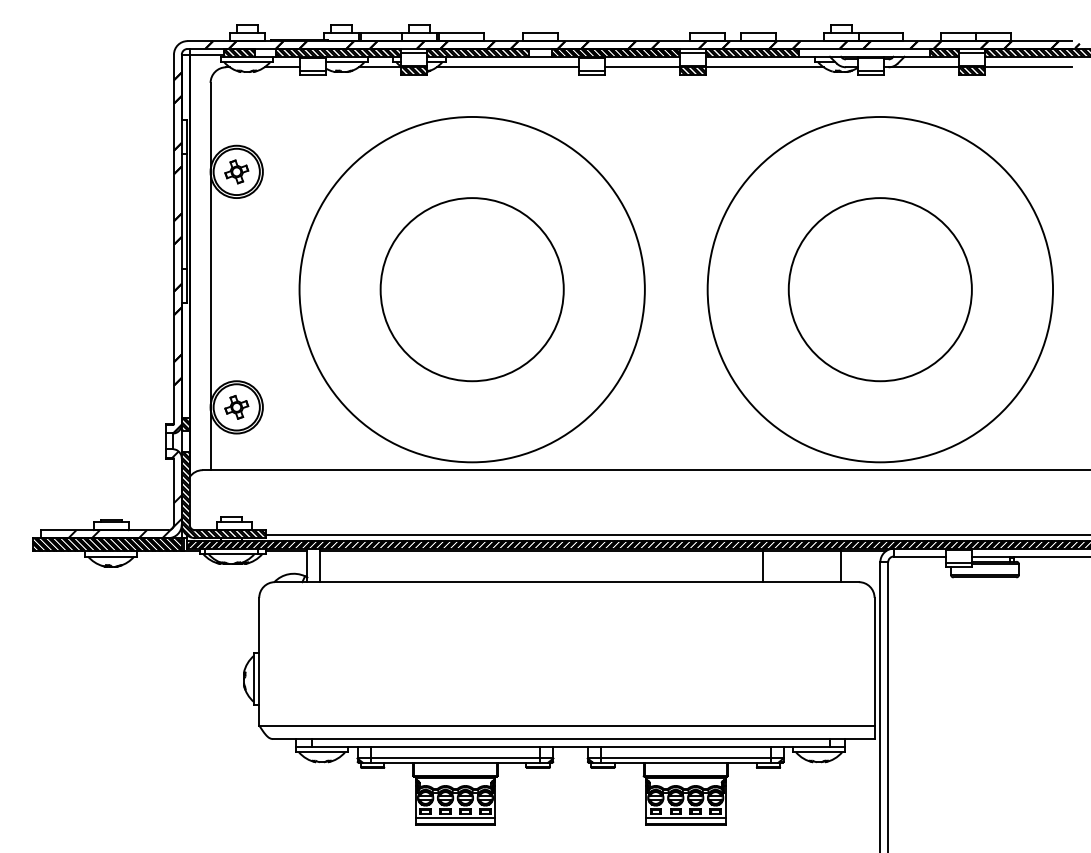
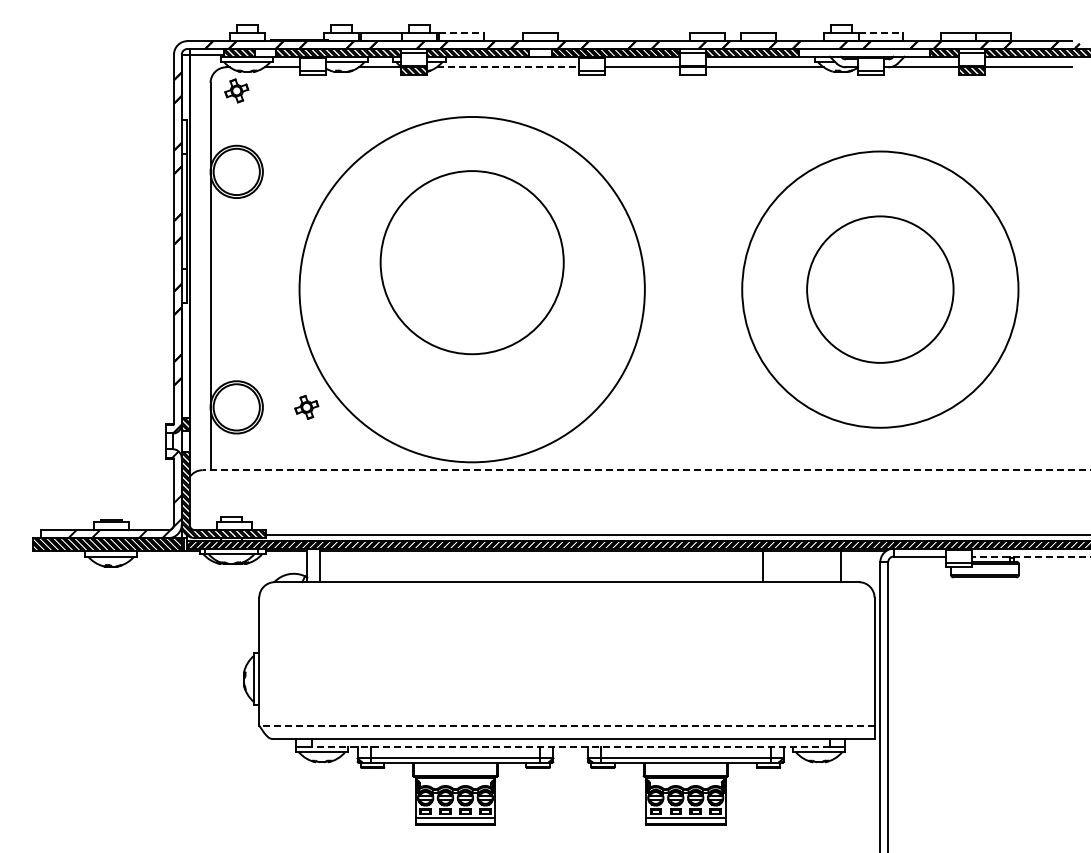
line at (462, 33): solid -> dashed
line at (881, 33): solid -> dashed
line at (507, 67): solid -> dashed
hatch at (692, 71): present -> none
part at (236, 171) position: (236, 171) -> (236, 90)
circle at (471, 289) position: (471, 289) -> (471, 262)
circle at (879, 289) diameter: 183 px -> 147 px
circle at (880, 289) diameter: 345 px -> 276 px
part at (236, 407) position: (236, 407) -> (306, 407)
line at (646, 470): solid -> dashed
line at (1030, 556): solid -> dashed
line at (566, 725): solid -> dashed
line at (570, 746): solid -> dashed
